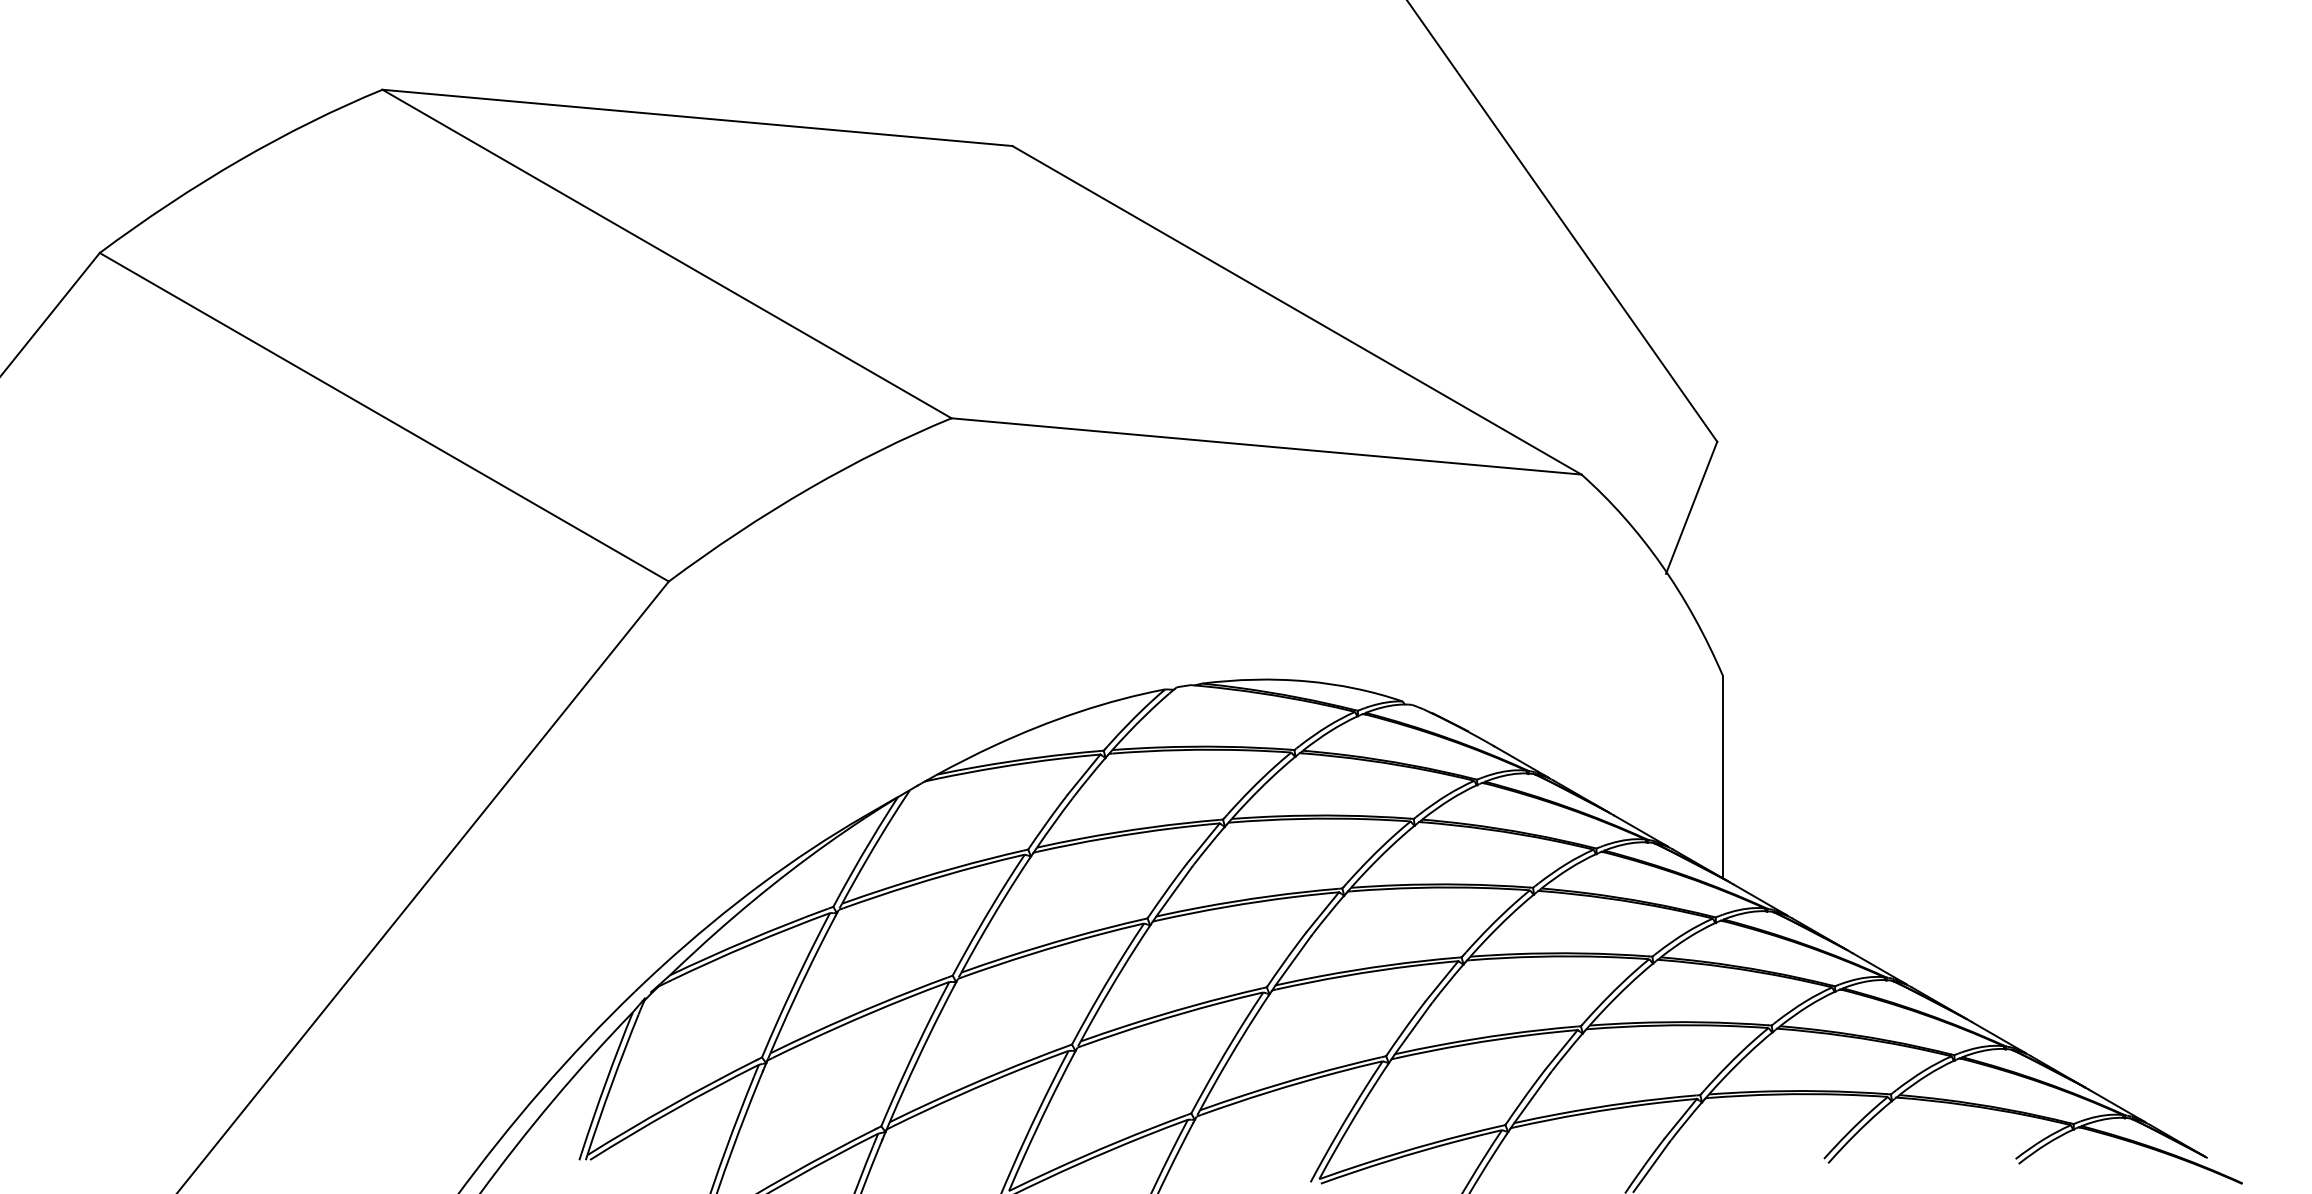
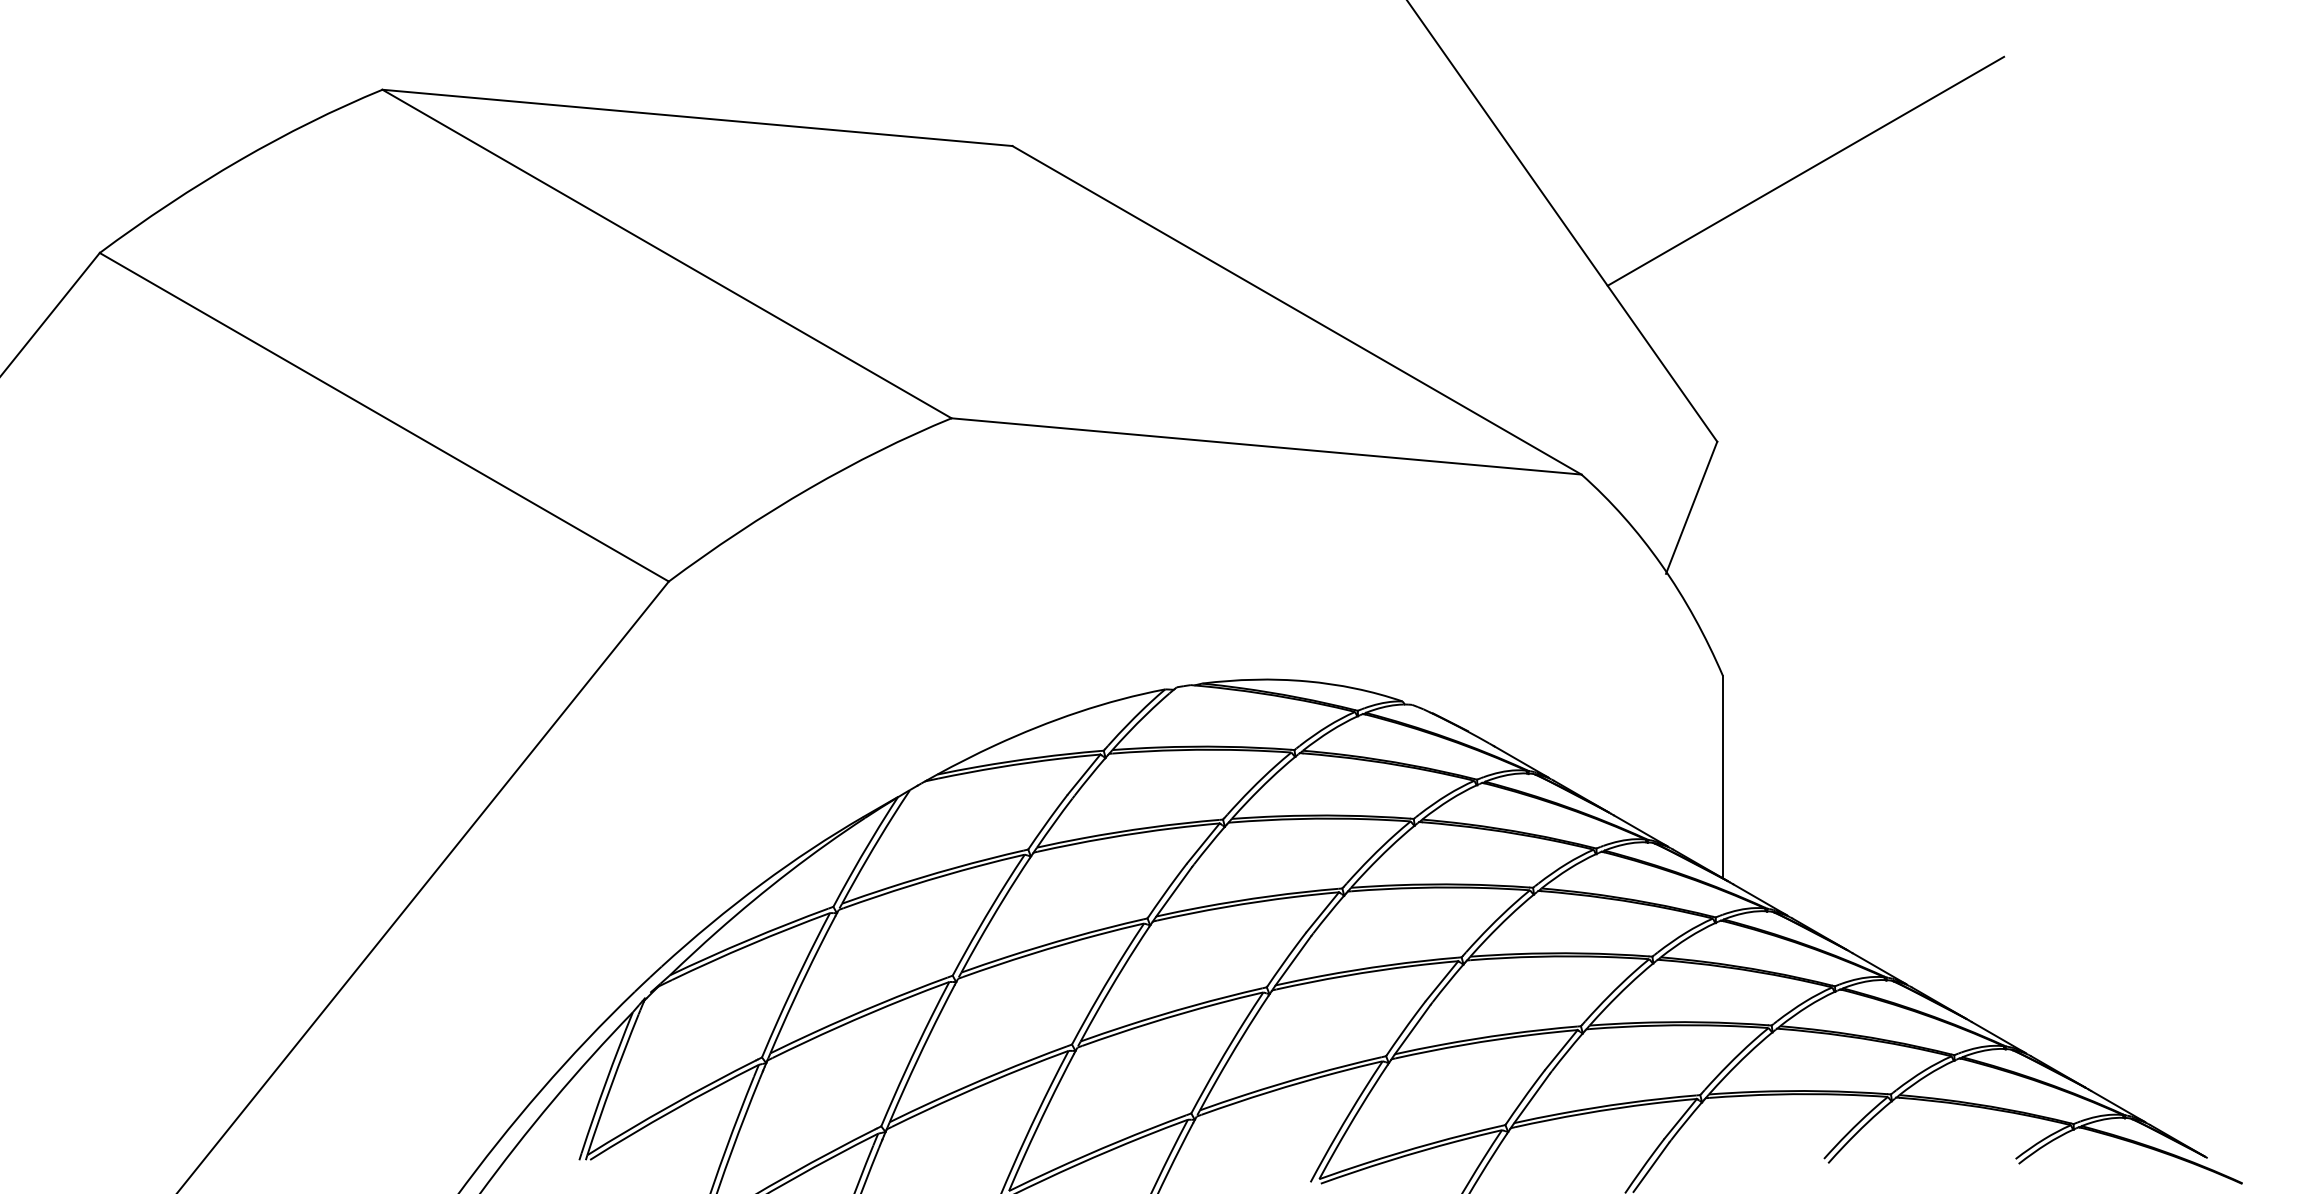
line at (1805, 170): none -> present
